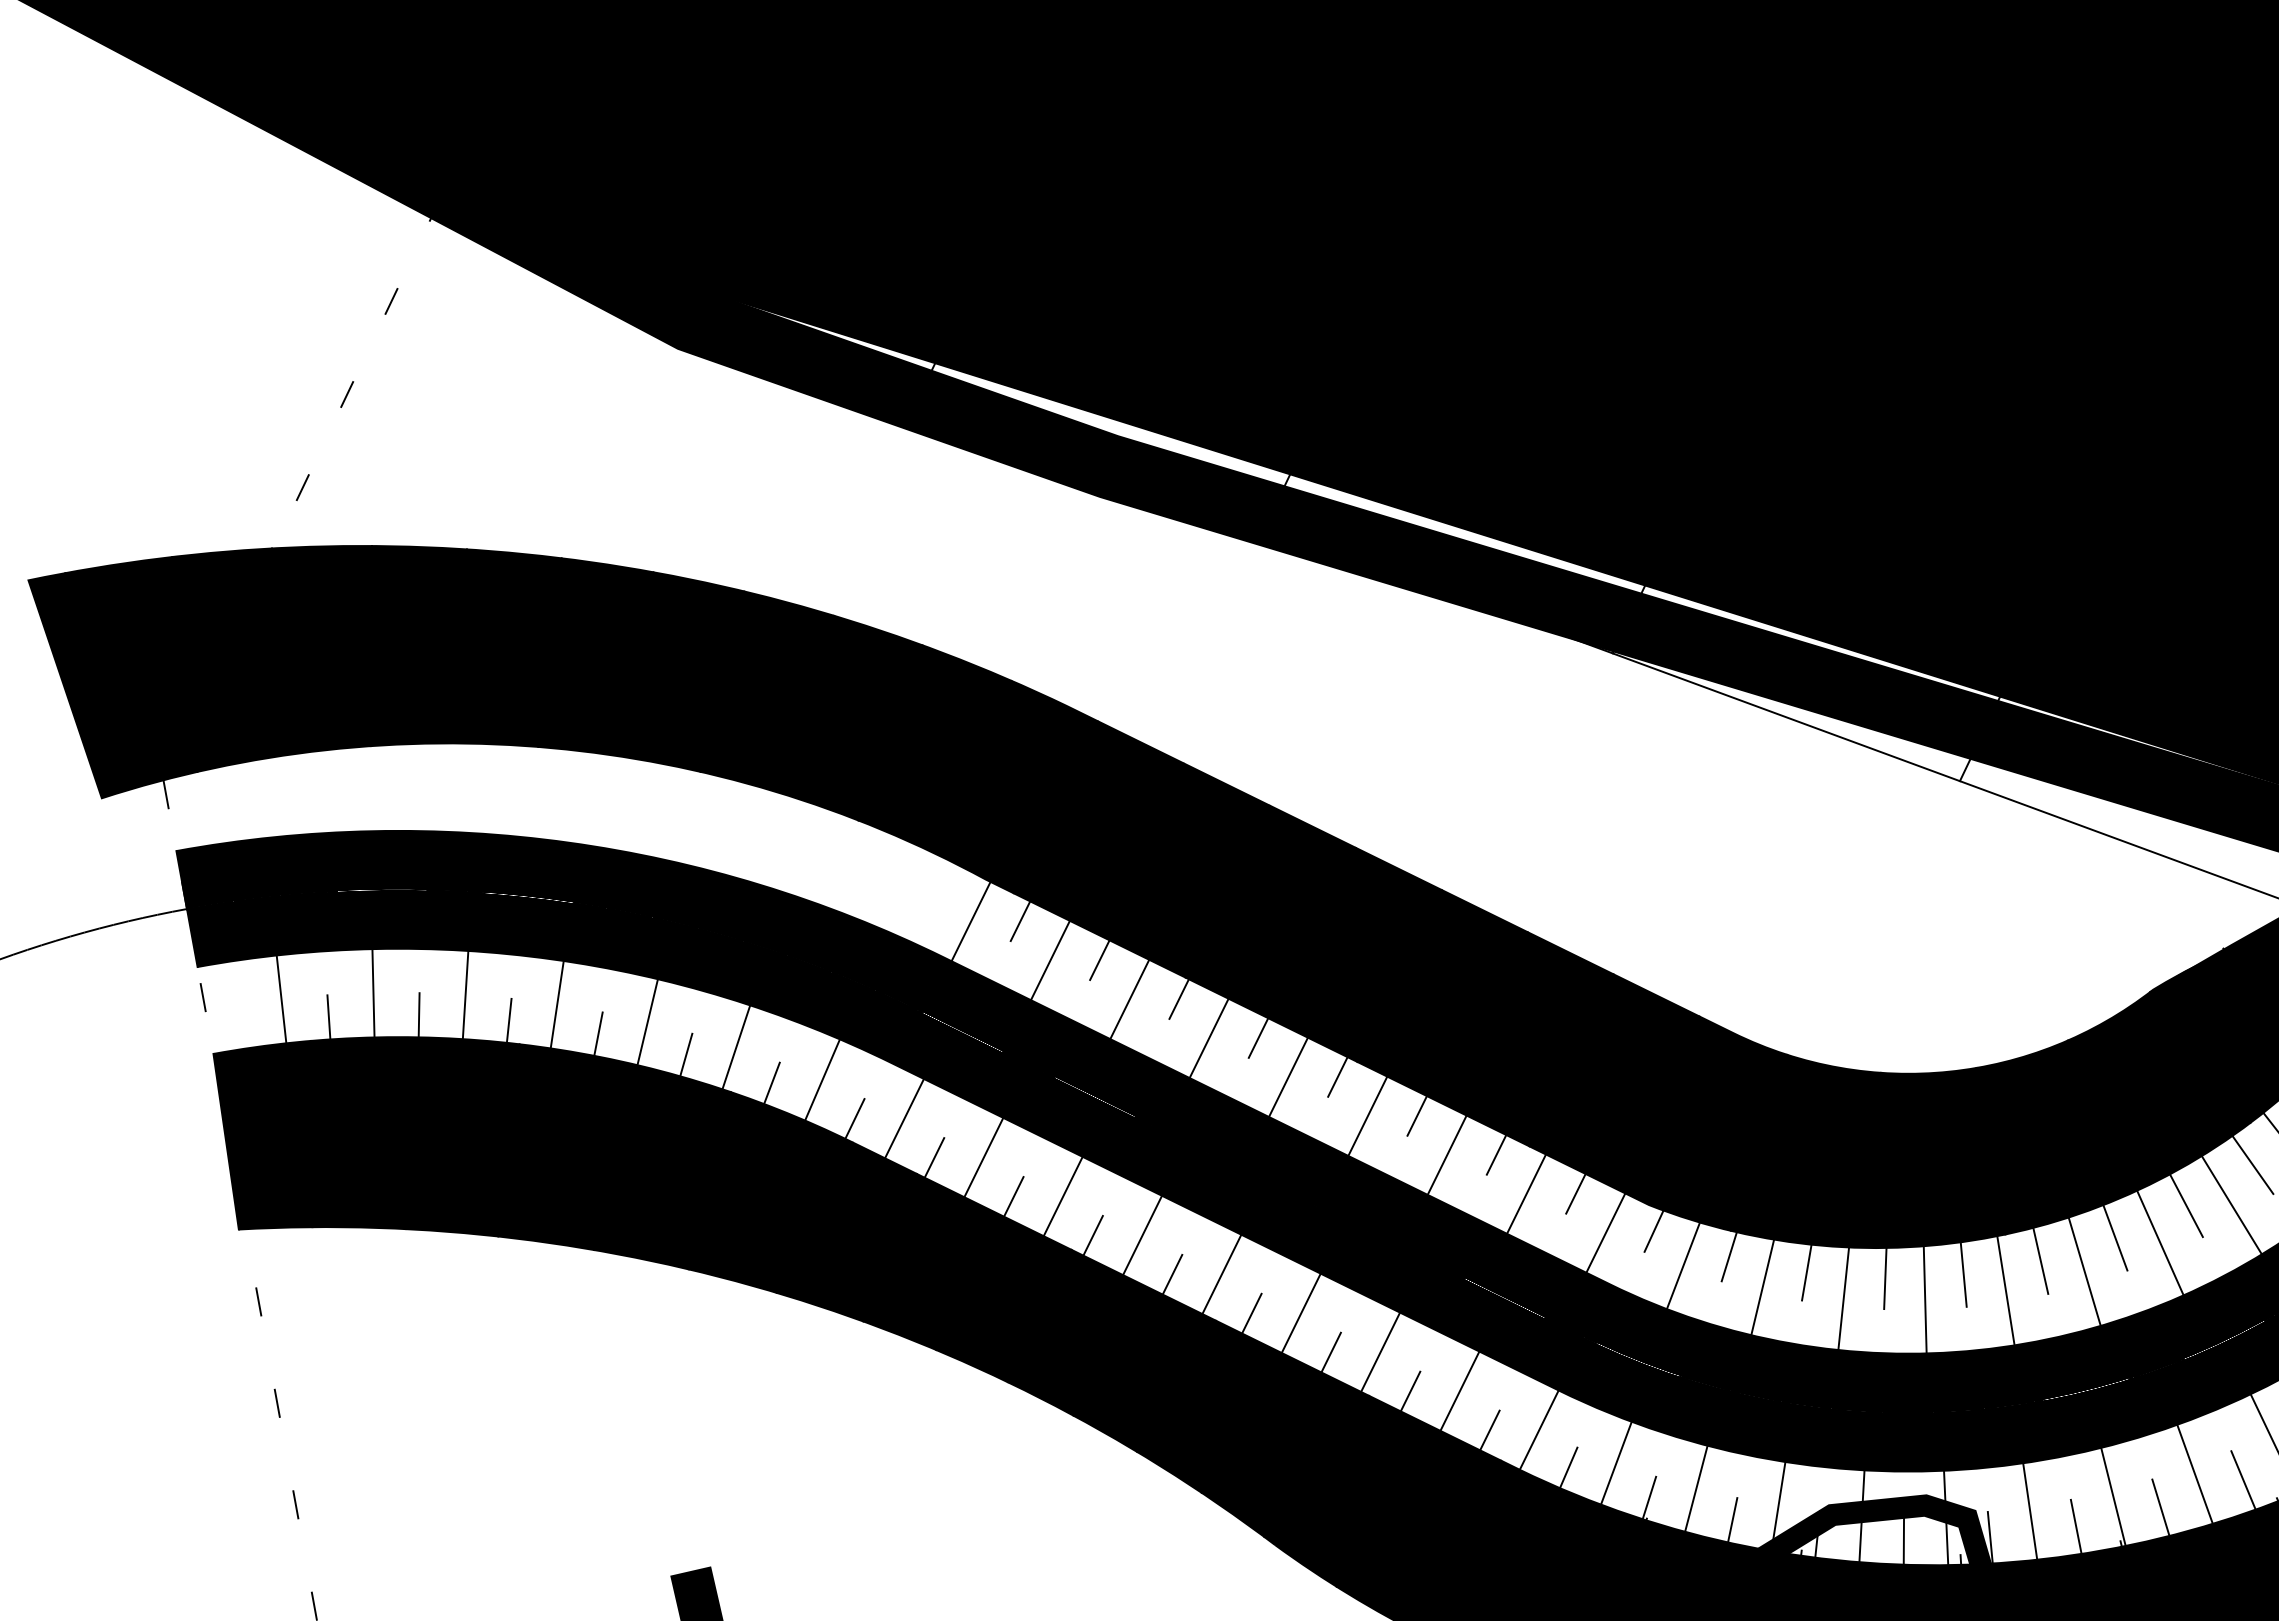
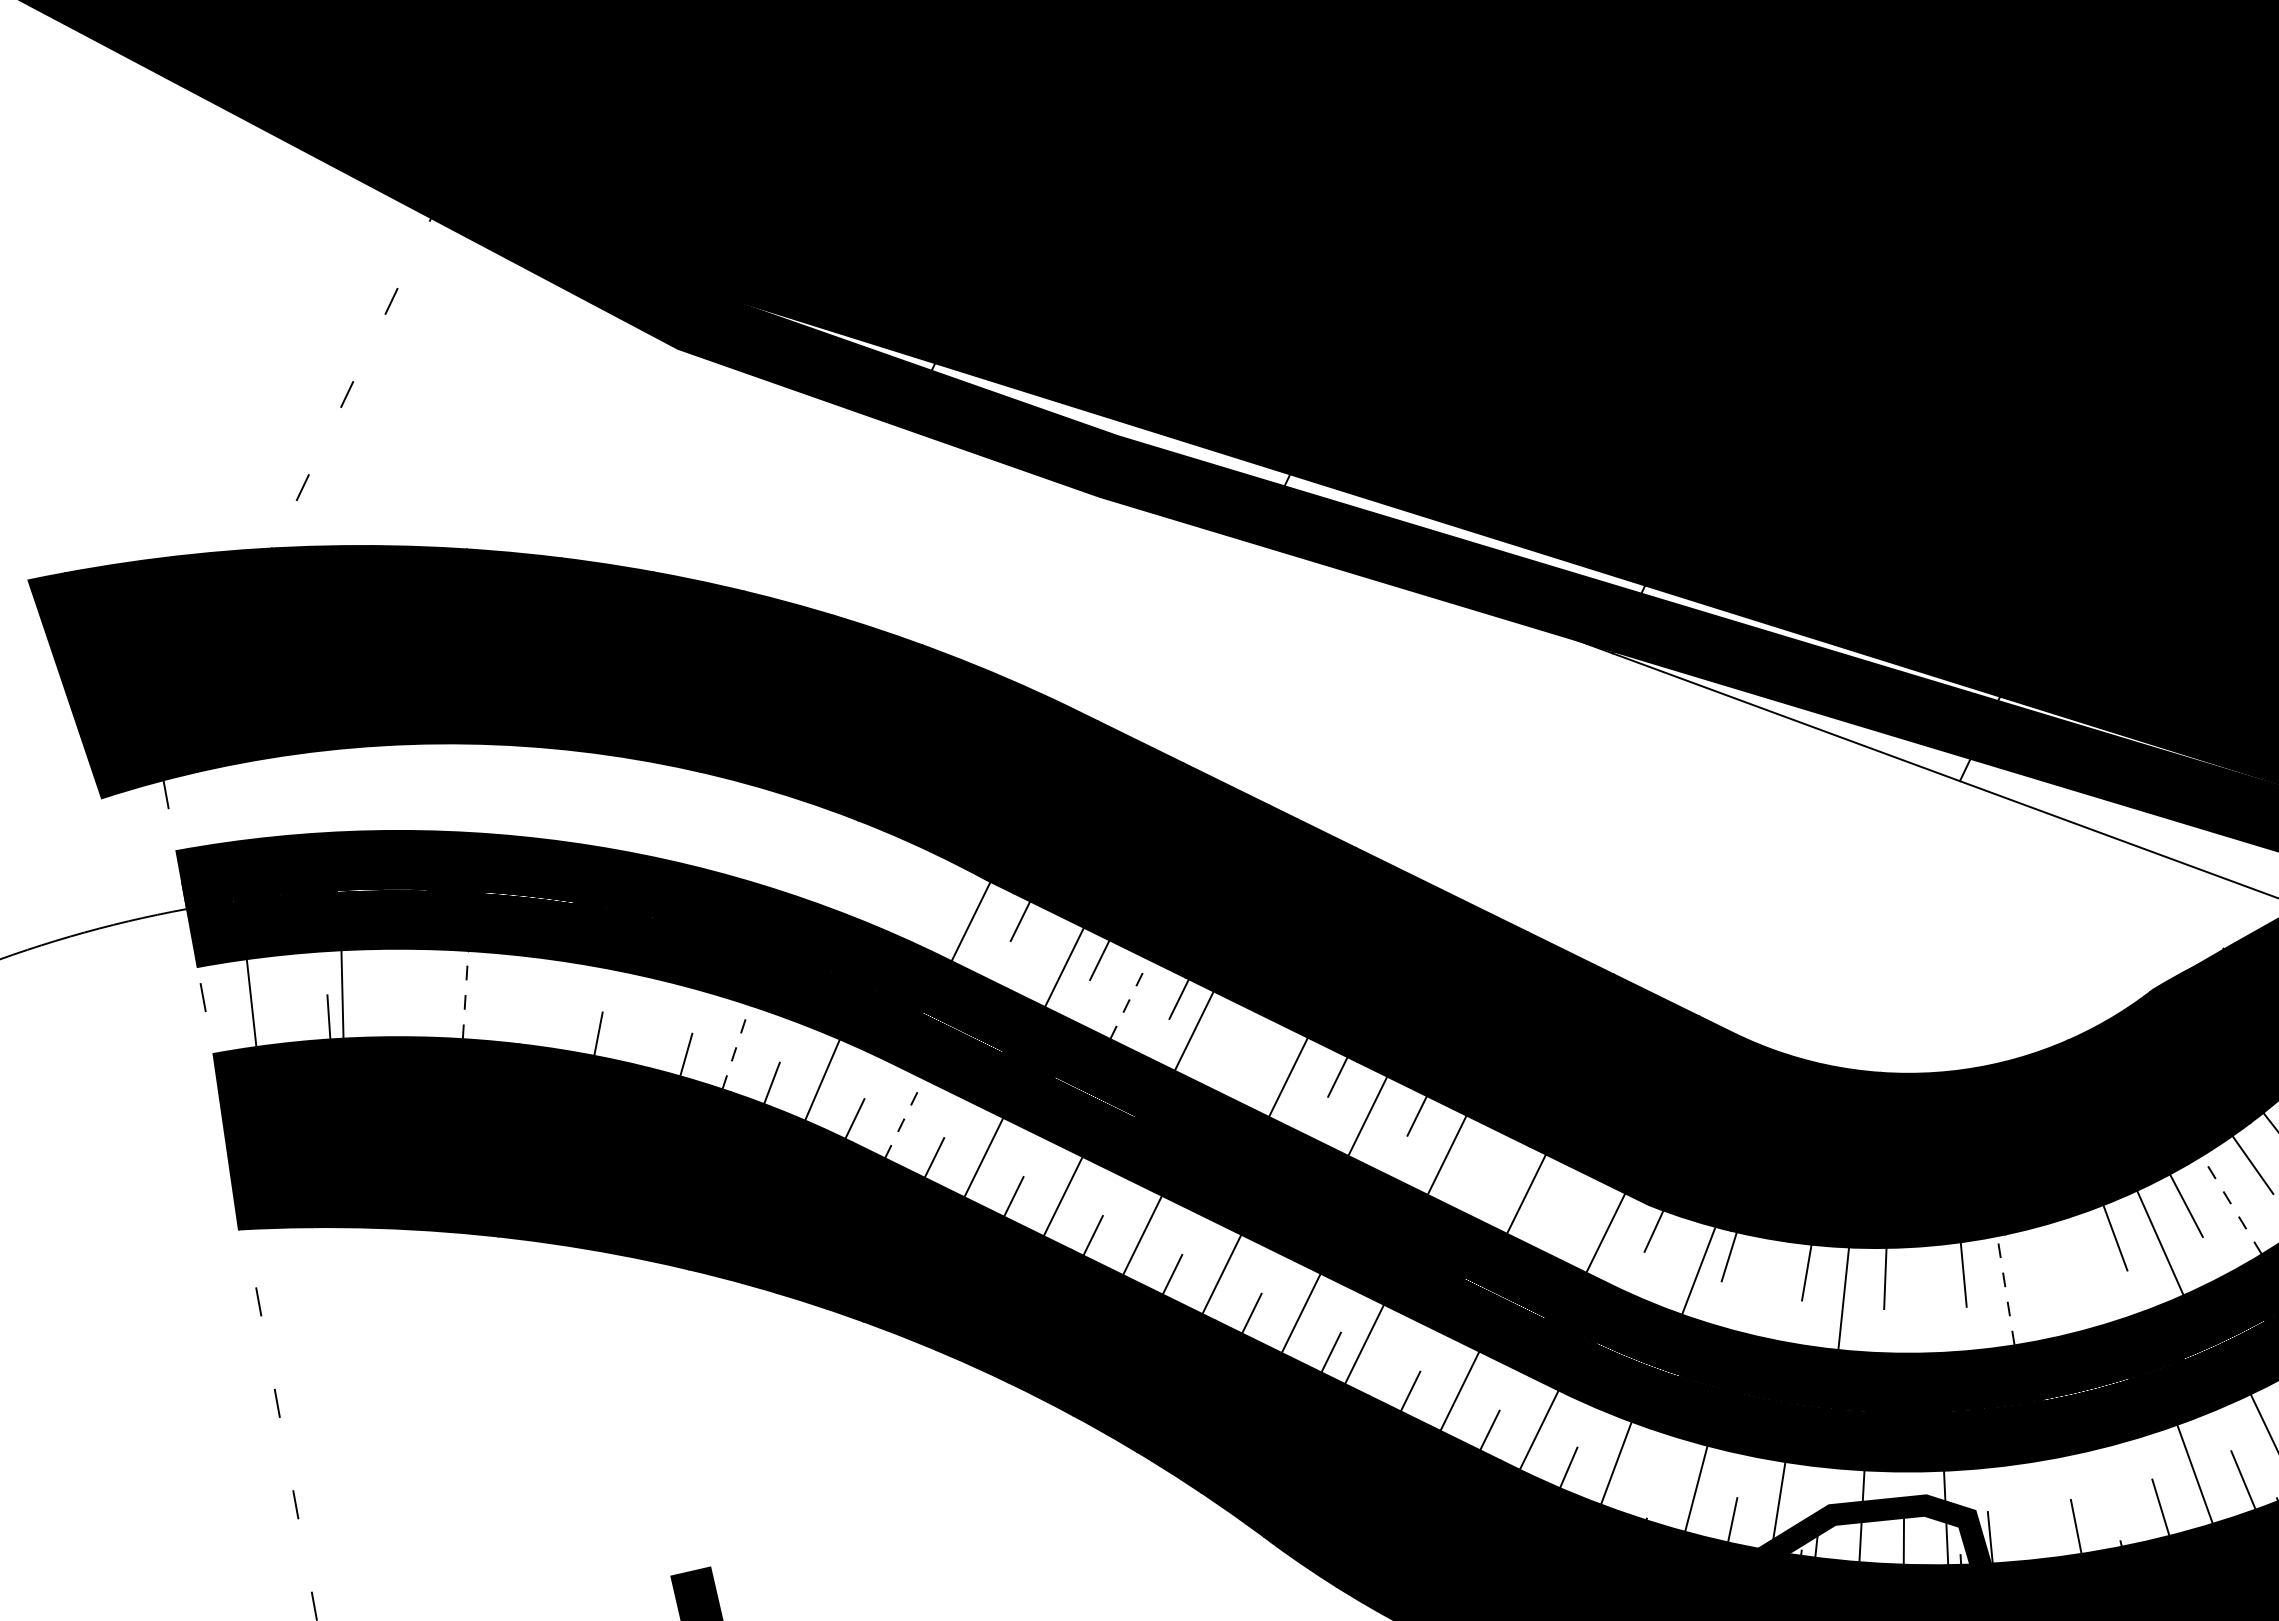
line at (1049, 960) position: (1049, 960) -> (1063, 967)
line at (373, 993) position: (373, 993) -> (342, 994)
line at (465, 994): solid -> dashed
line at (281, 999) position: (281, 999) -> (251, 1002)
line at (1130, 999): solid -> dashed
line at (556, 1004): present -> none
line at (418, 1015): present -> none
line at (508, 1020): present -> none
line at (647, 1022): present -> none
line at (1258, 1037): present -> none
line at (1208, 1038) position: (1208, 1038) -> (1193, 1031)
line at (736, 1046): solid -> dashed
line at (904, 1118): solid -> dashed
line at (1496, 1154): present -> none
line at (1575, 1193): present -> none
line at (2231, 1205): solid -> dashed
line at (2040, 1260): present -> none
line at (1682, 1265) position: (1682, 1265) -> (1697, 1271)
line at (2084, 1271): present -> none
line at (1762, 1287): present -> none
line at (2005, 1290): solid -> dashed
line at (1924, 1299): present -> none
line at (1380, 1351) position: (1380, 1351) -> (1364, 1343)
line at (2113, 1496): present -> none
line at (1649, 1497): present -> none
line at (2030, 1511): present -> none
